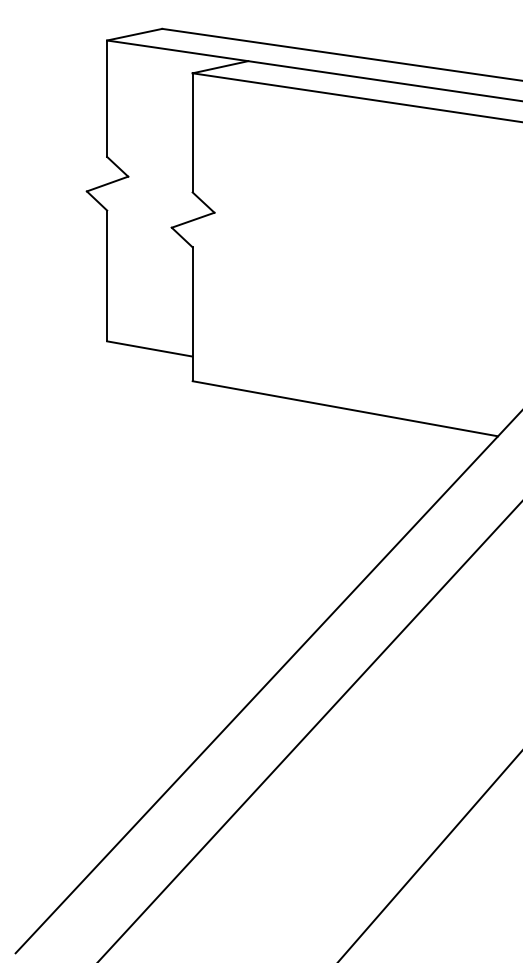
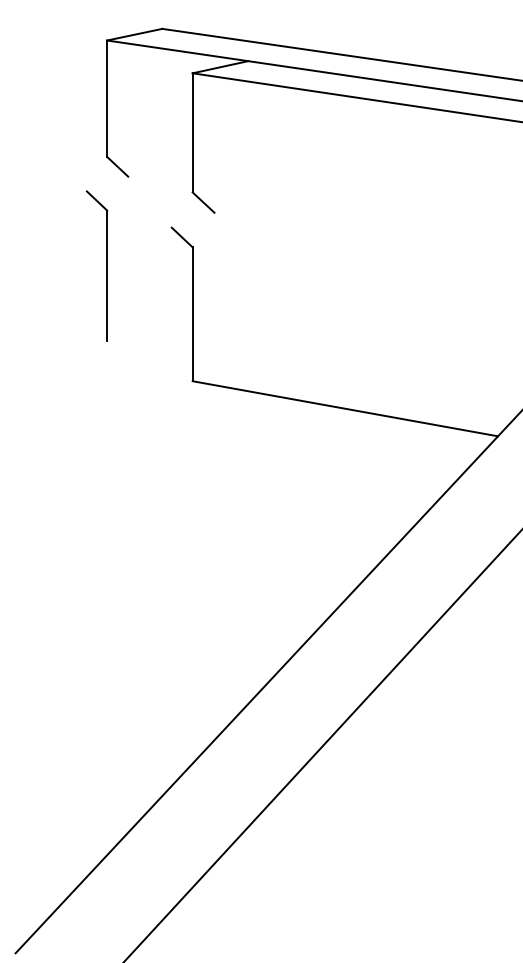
line at (107, 183): present -> none
line at (192, 219): present -> none
line at (149, 348): present -> none
line at (309, 731) position: (309, 731) -> (322, 745)
line at (429, 856): present -> none
